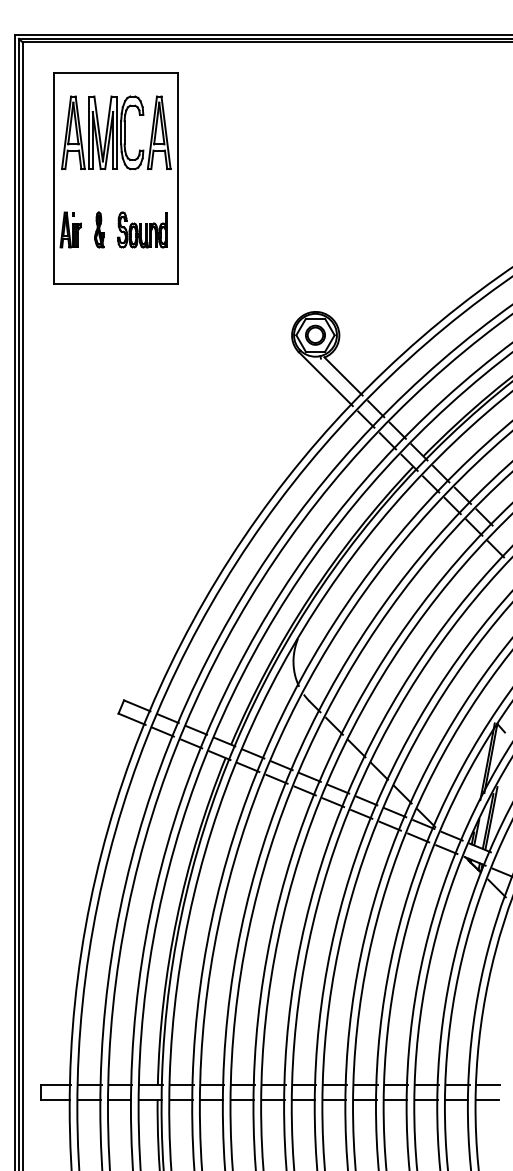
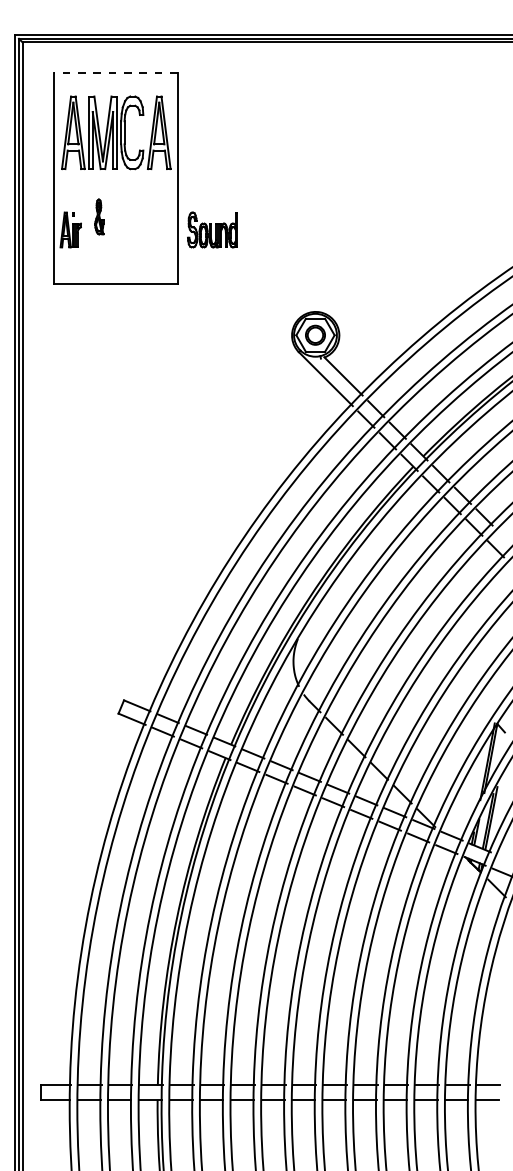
line at (115, 73): solid -> dashed
part at (99, 229) position: (99, 229) -> (99, 216)
part at (142, 229) position: (142, 229) -> (212, 229)
